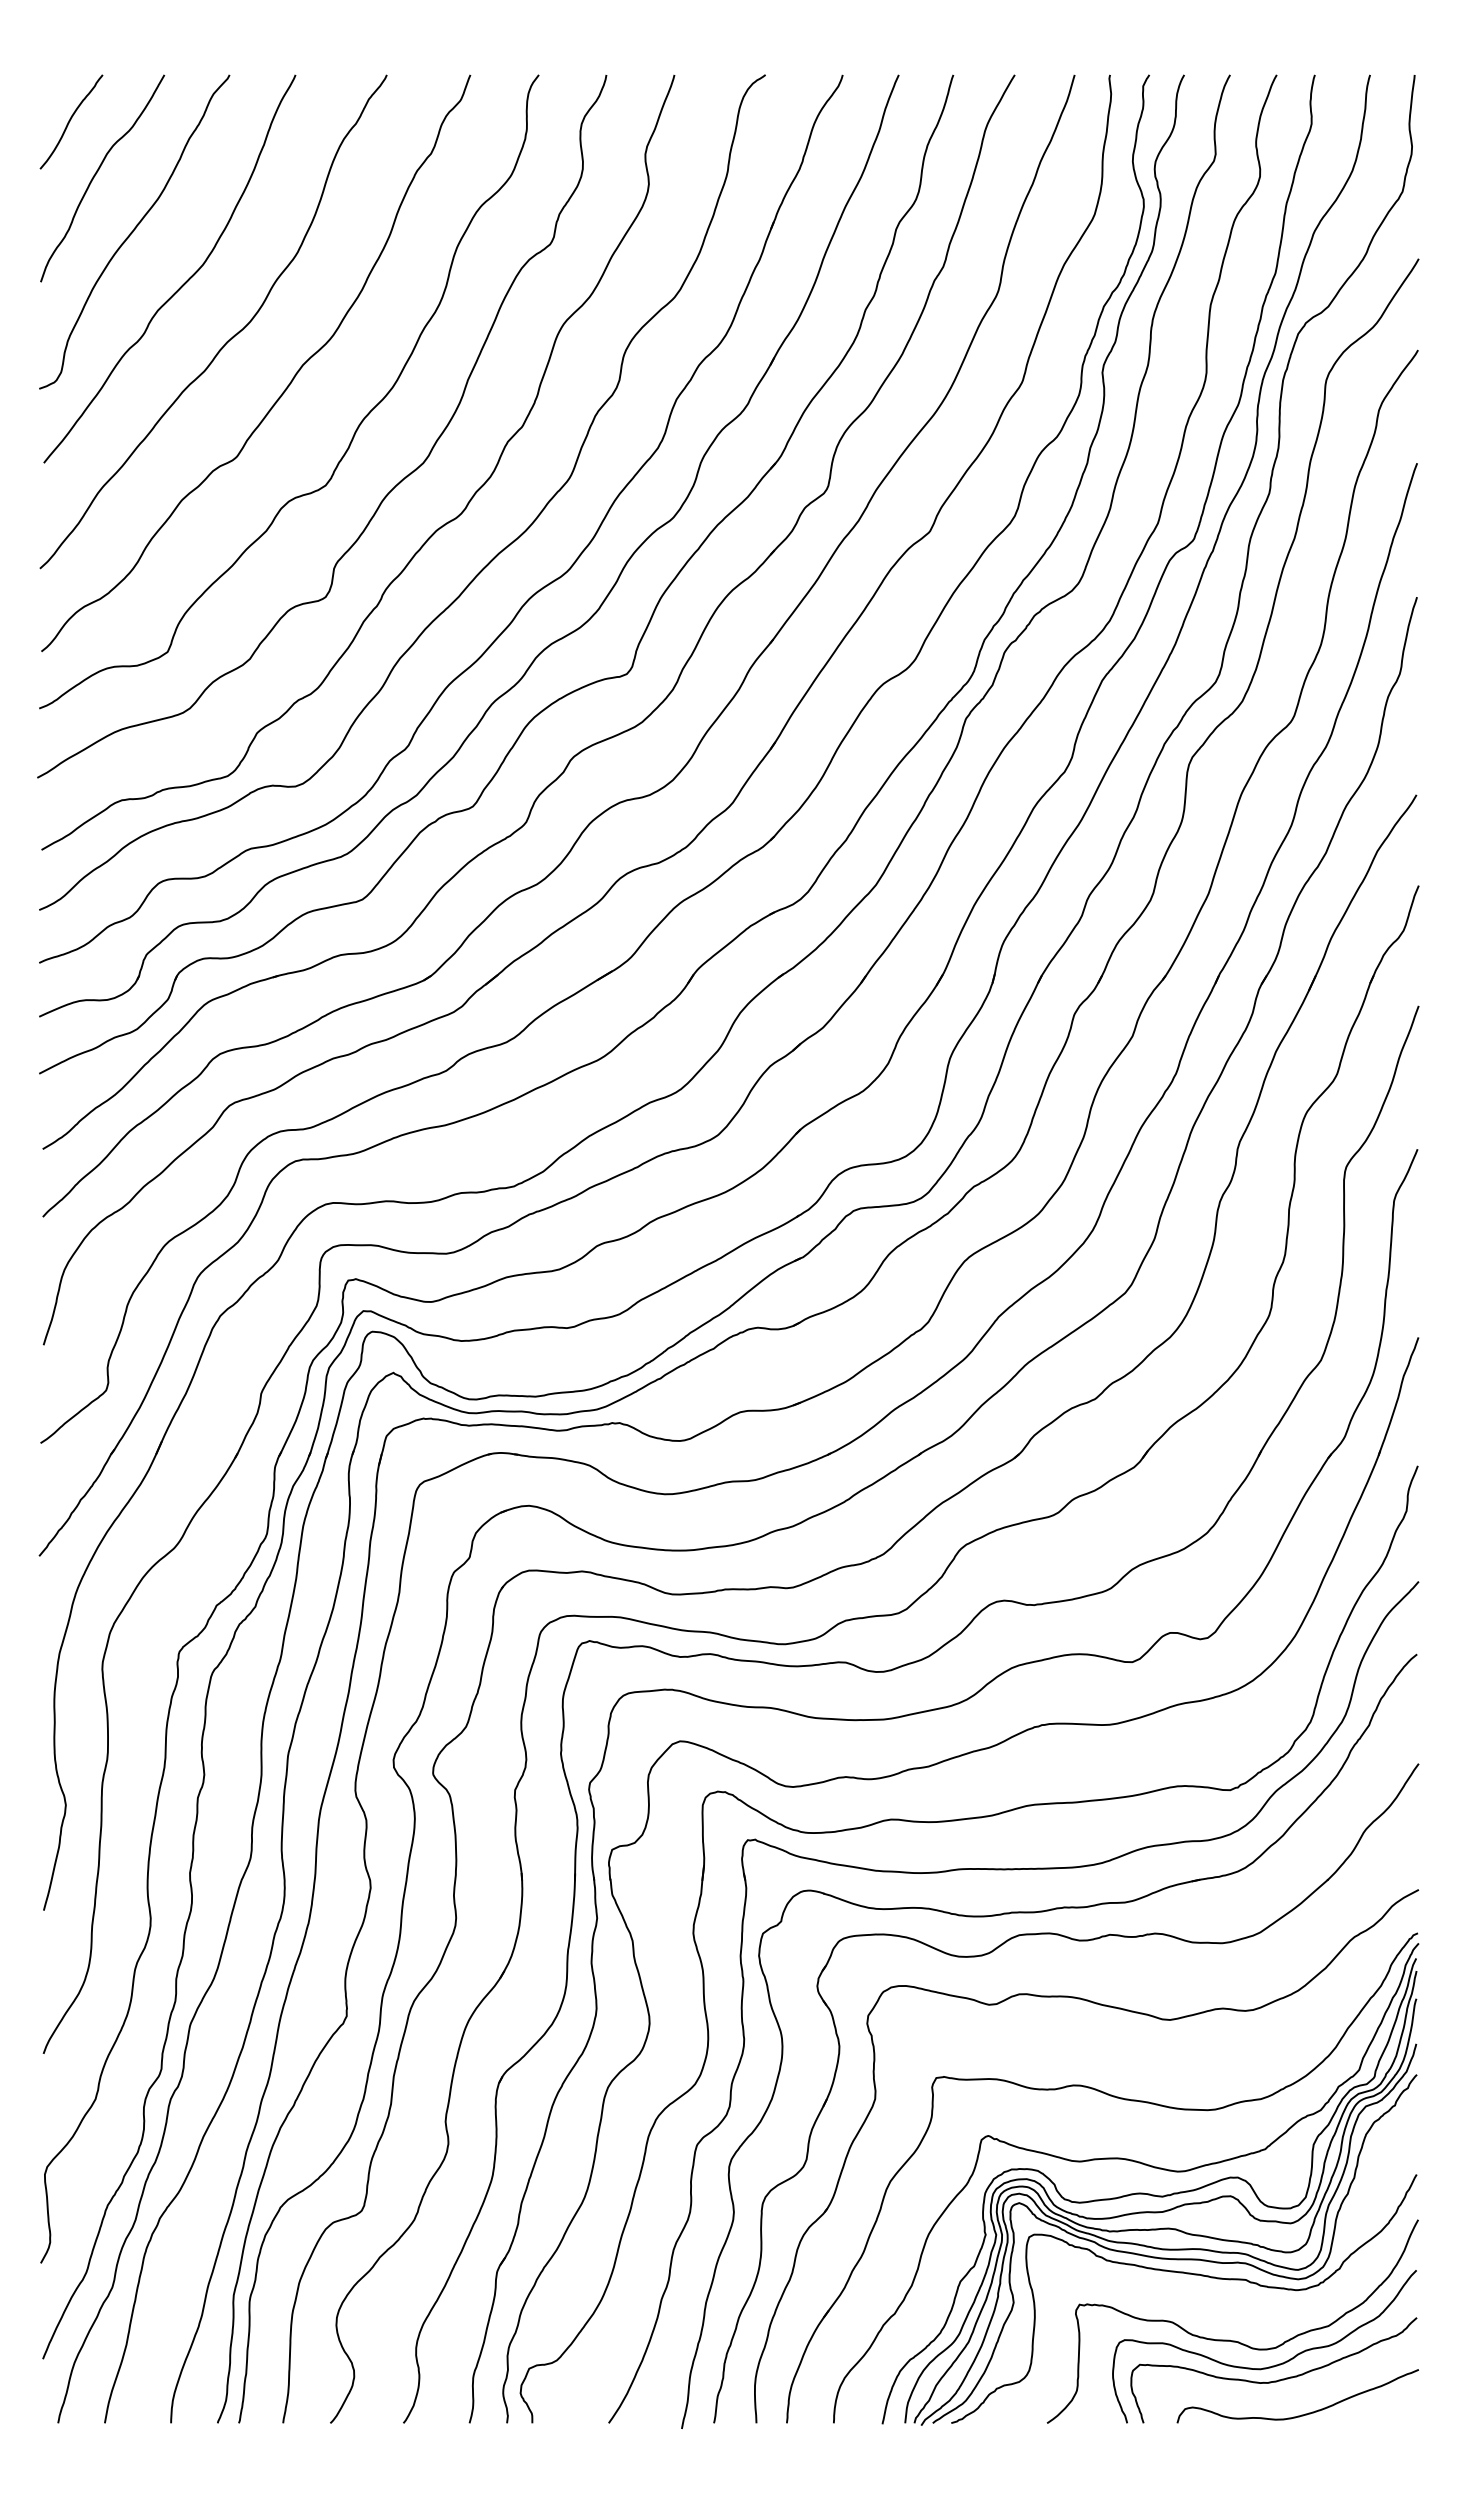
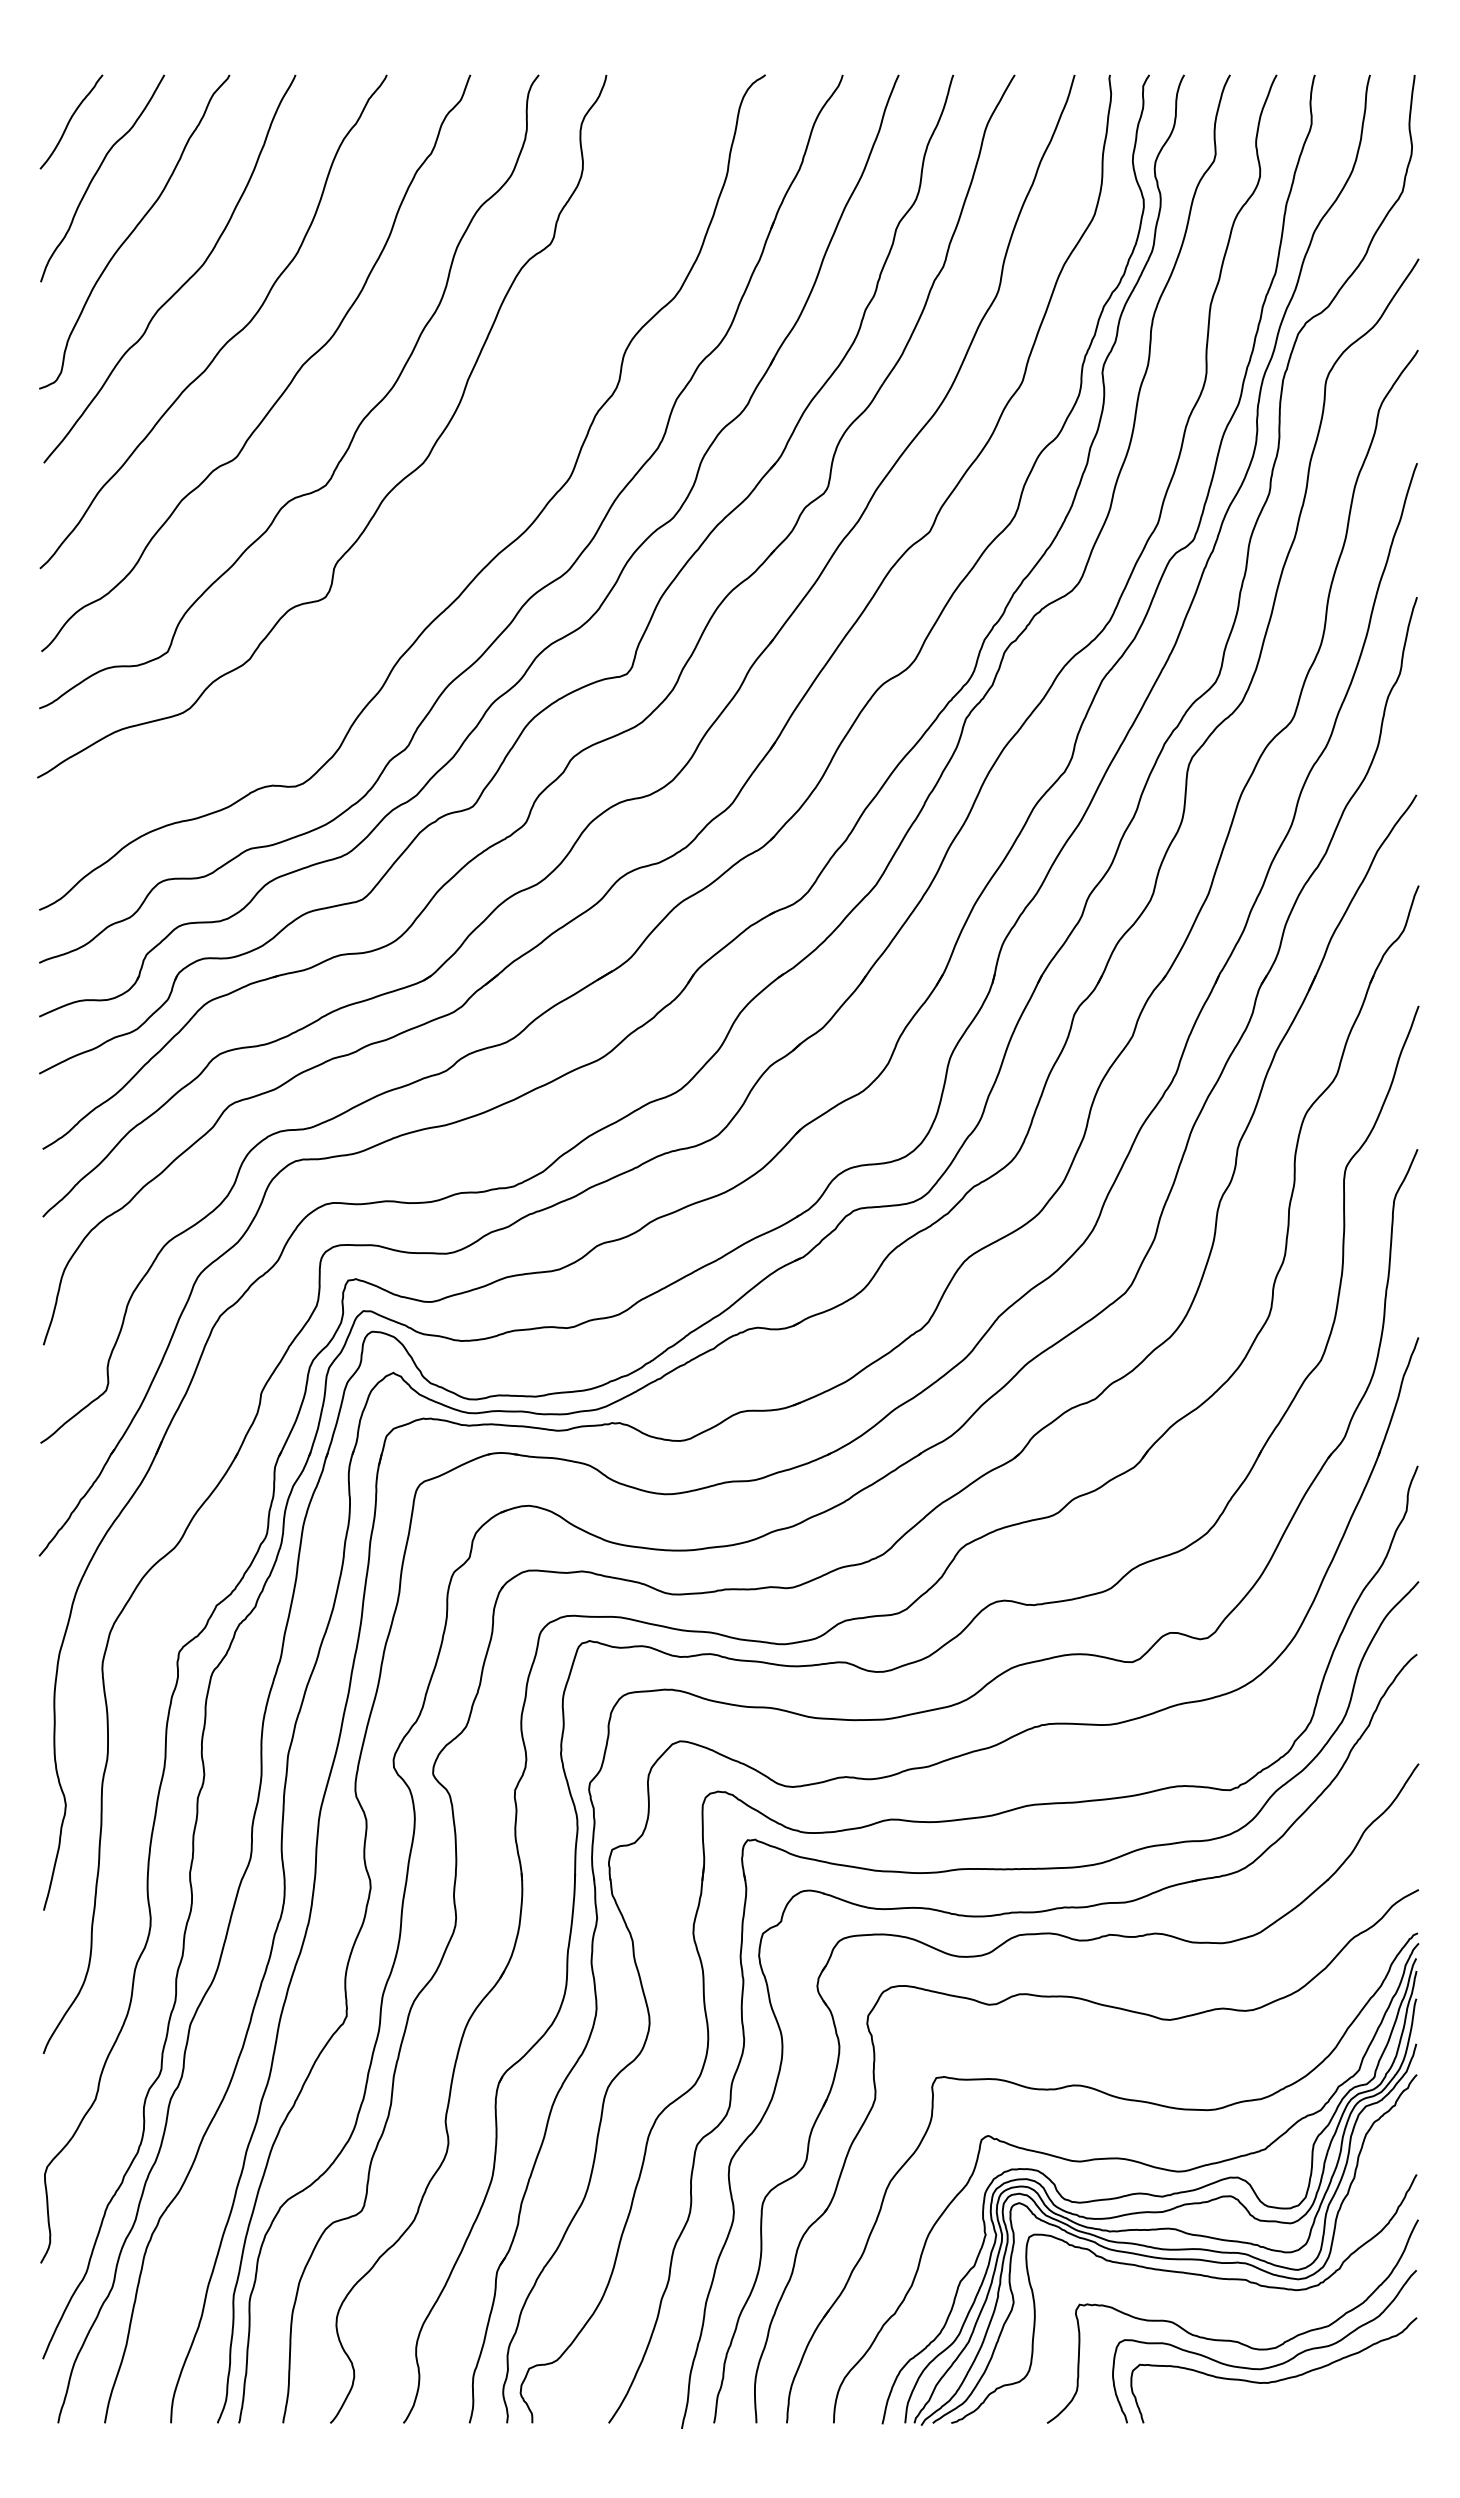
curve at (431, 534): present -> none
curve at (1301, 2414): present -> none
